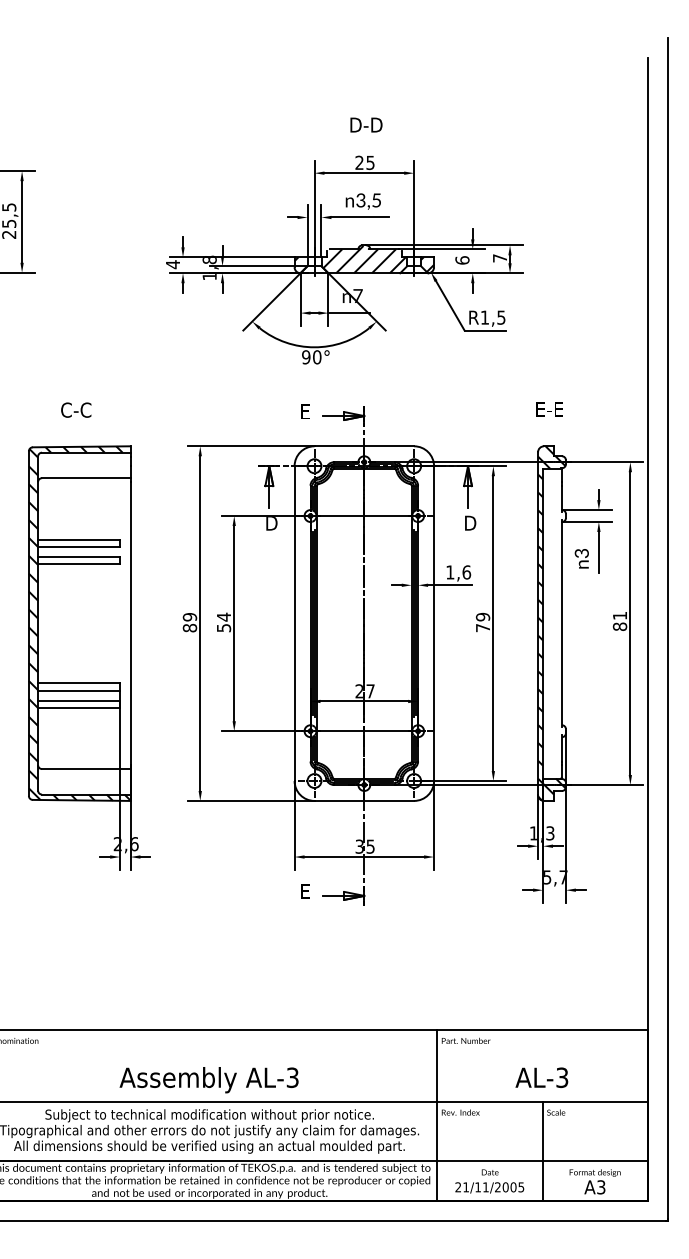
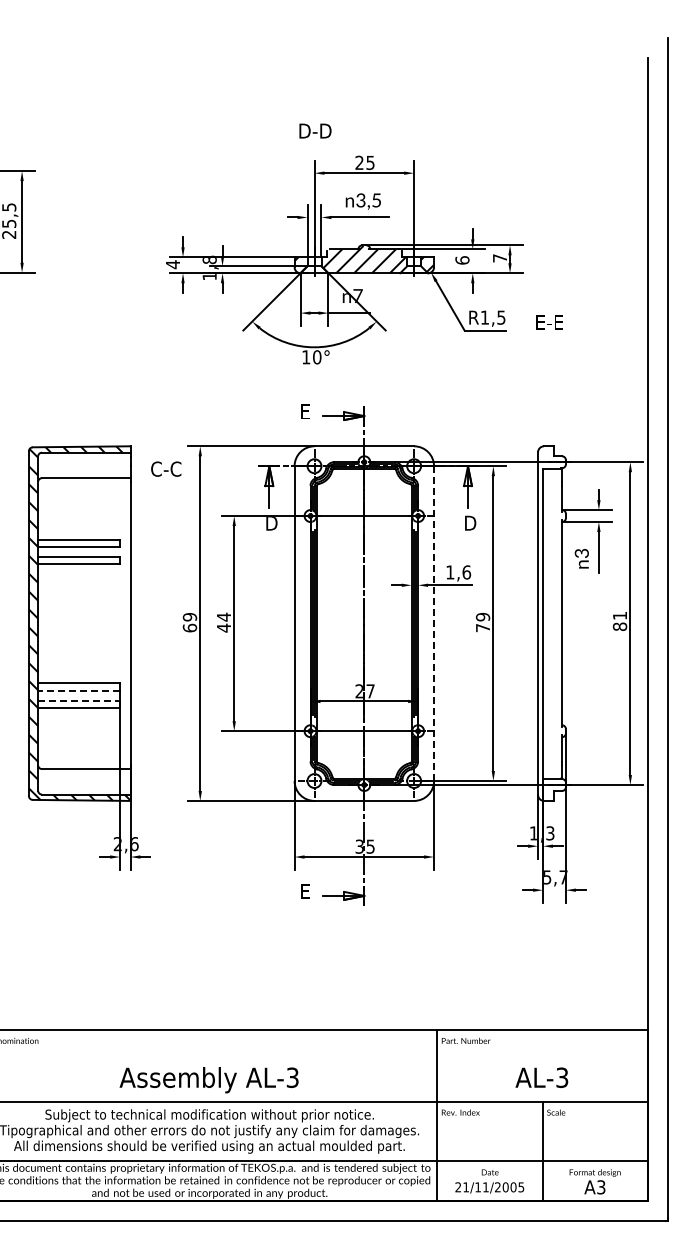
text at (366, 124) position: (366, 124) -> (315, 130)
text at (306, 357): 90° -> 10°
text at (76, 409) position: (76, 409) -> (166, 468)
text at (549, 409) position: (549, 409) -> (549, 322)
hatch at (551, 623): present -> none
line at (434, 624): solid -> dashed
text at (189, 627): 89 -> 69
text at (224, 627): 54 -> 44
line at (78, 690): solid -> dashed
line at (79, 700): solid -> dashed
